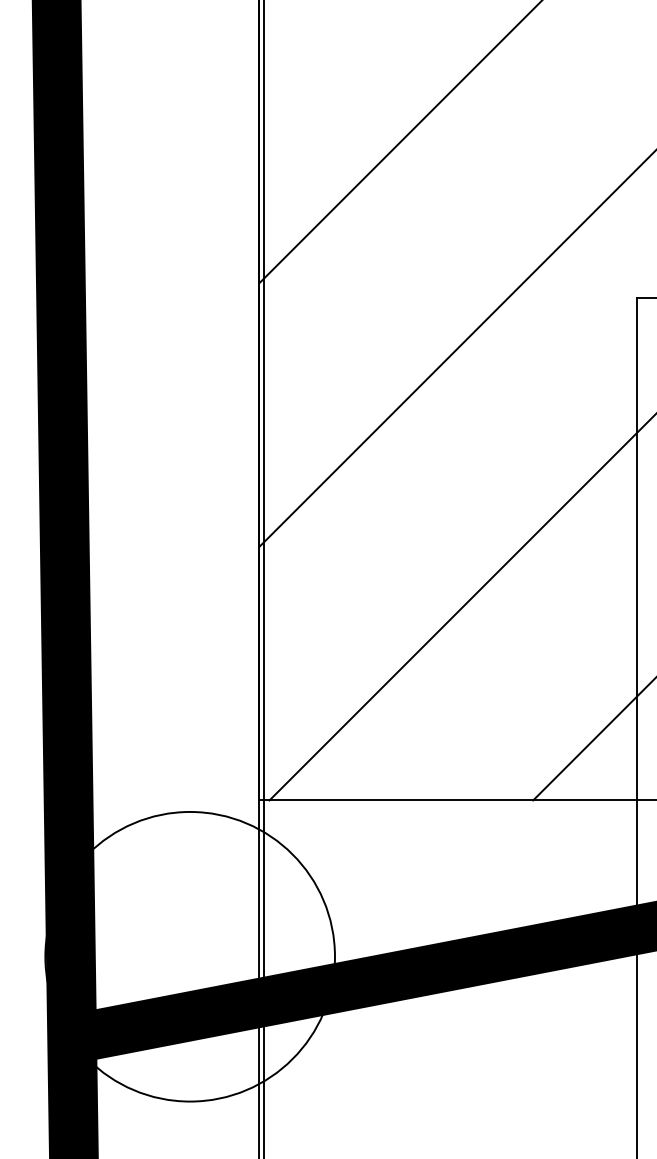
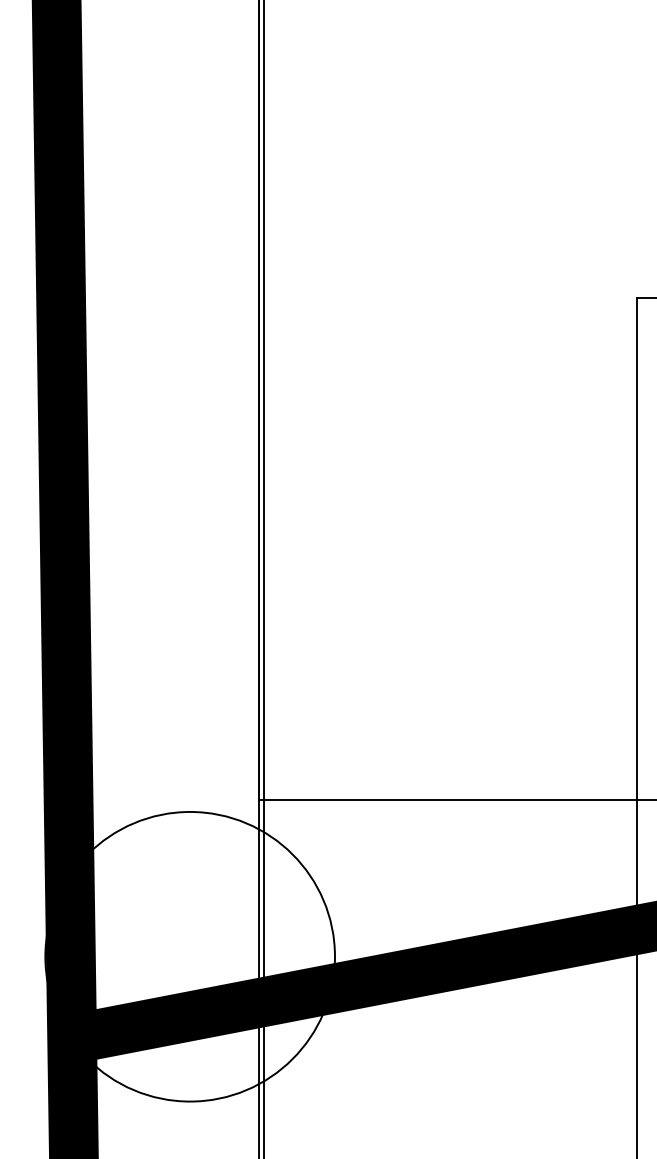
line at (399, 142): present -> none
line at (456, 349): present -> none
line at (461, 608): present -> none
line at (593, 739): present -> none
